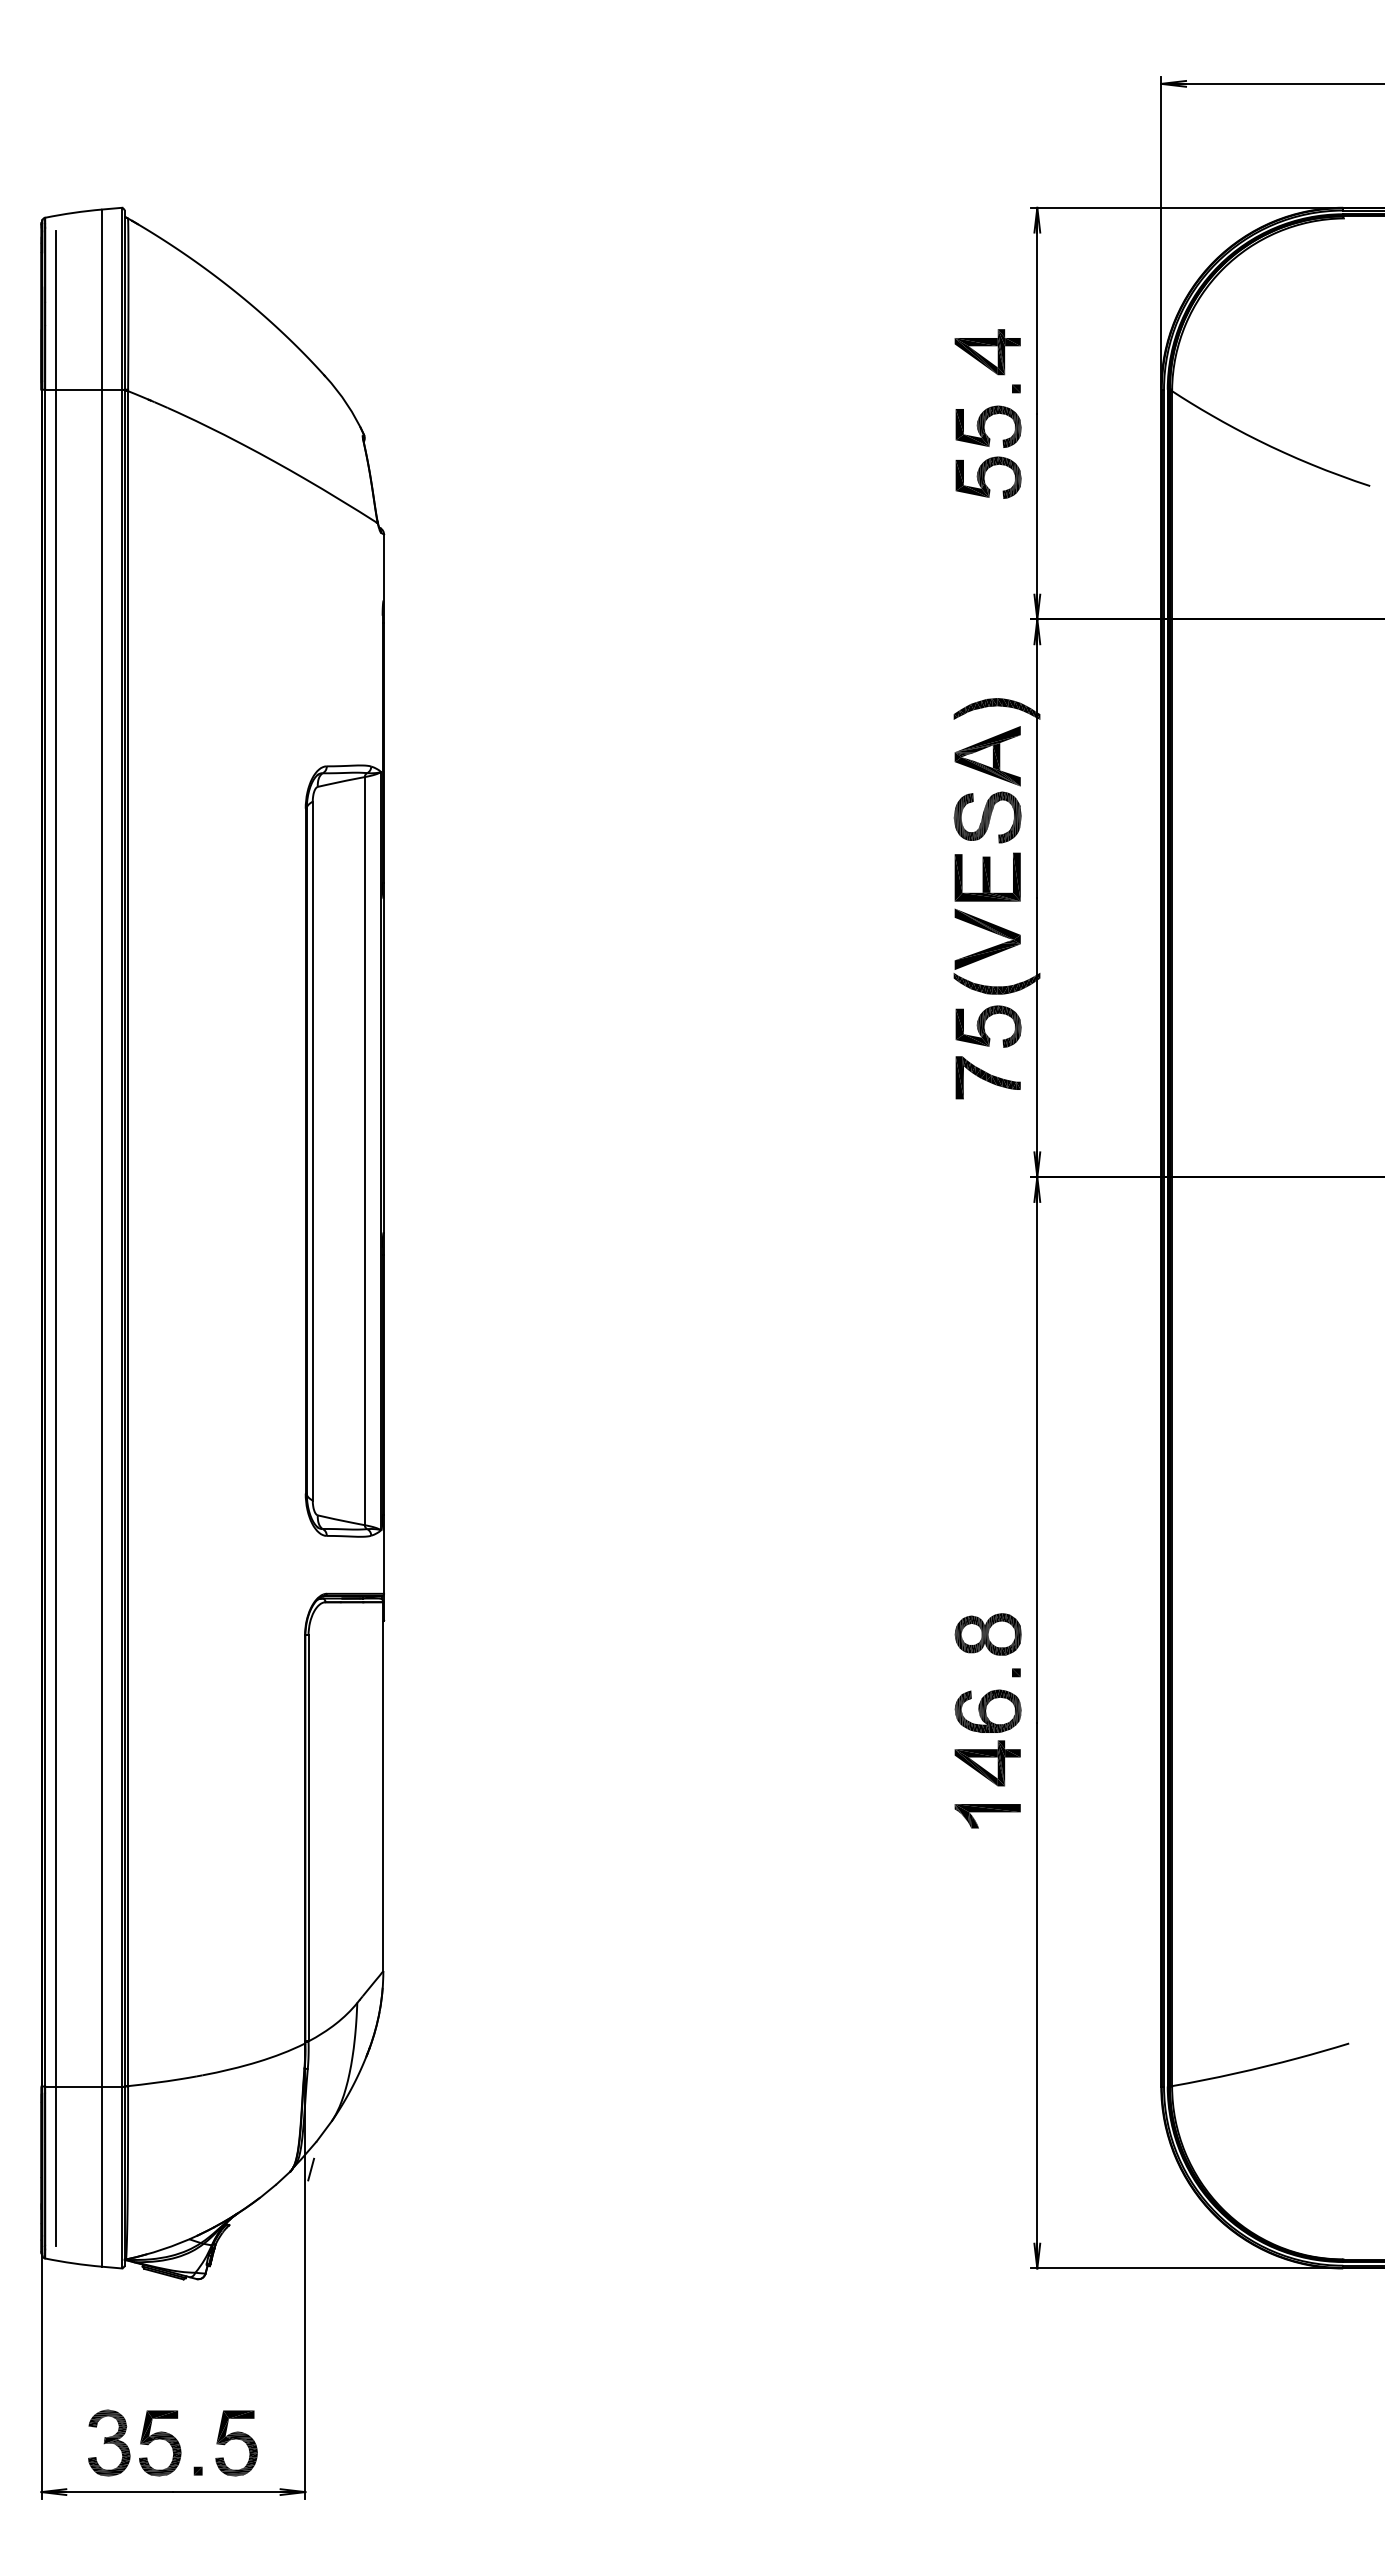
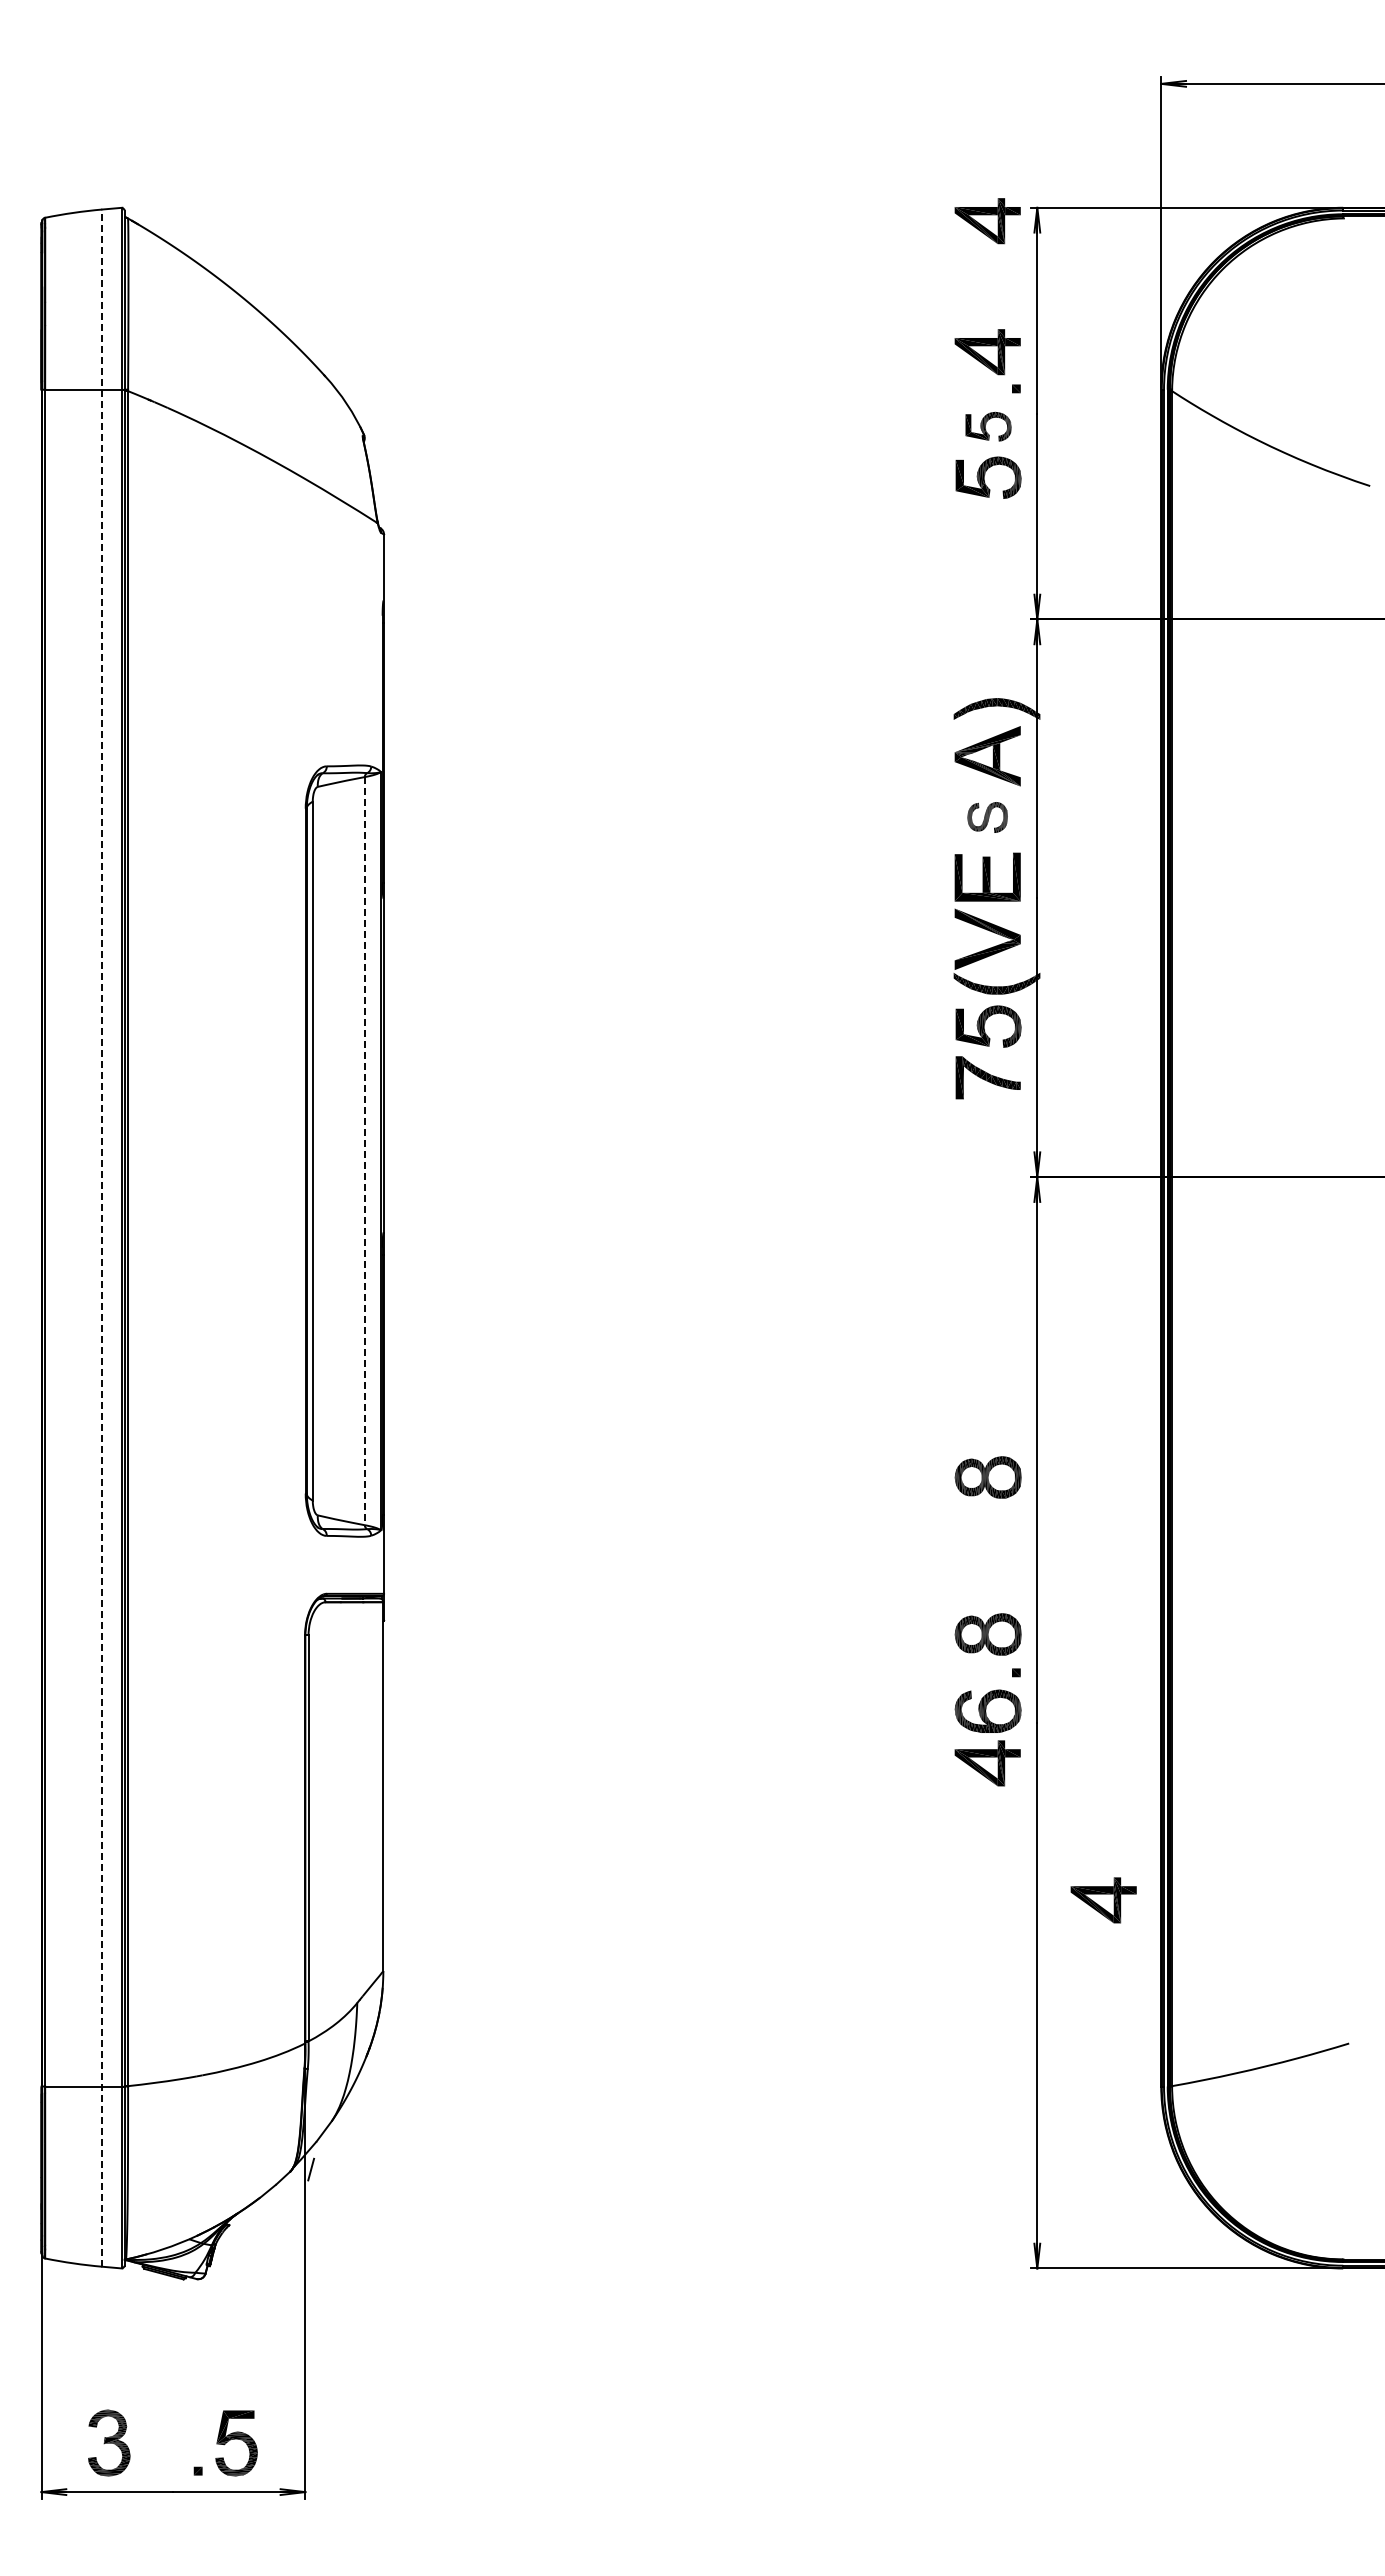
part at (987, 221): none -> present
part at (988, 426) size: 67x43 px -> 47x31 px
part at (987, 817) size: 69x53 px -> 41x31 px
line at (364, 1151): solid -> dashed
line at (56, 1237): present -> none
line at (102, 1238): solid -> dashed
part at (987, 1477): none -> present
part at (987, 1816): present -> none
part at (1103, 1900): none -> present
part at (160, 2443): present -> none
